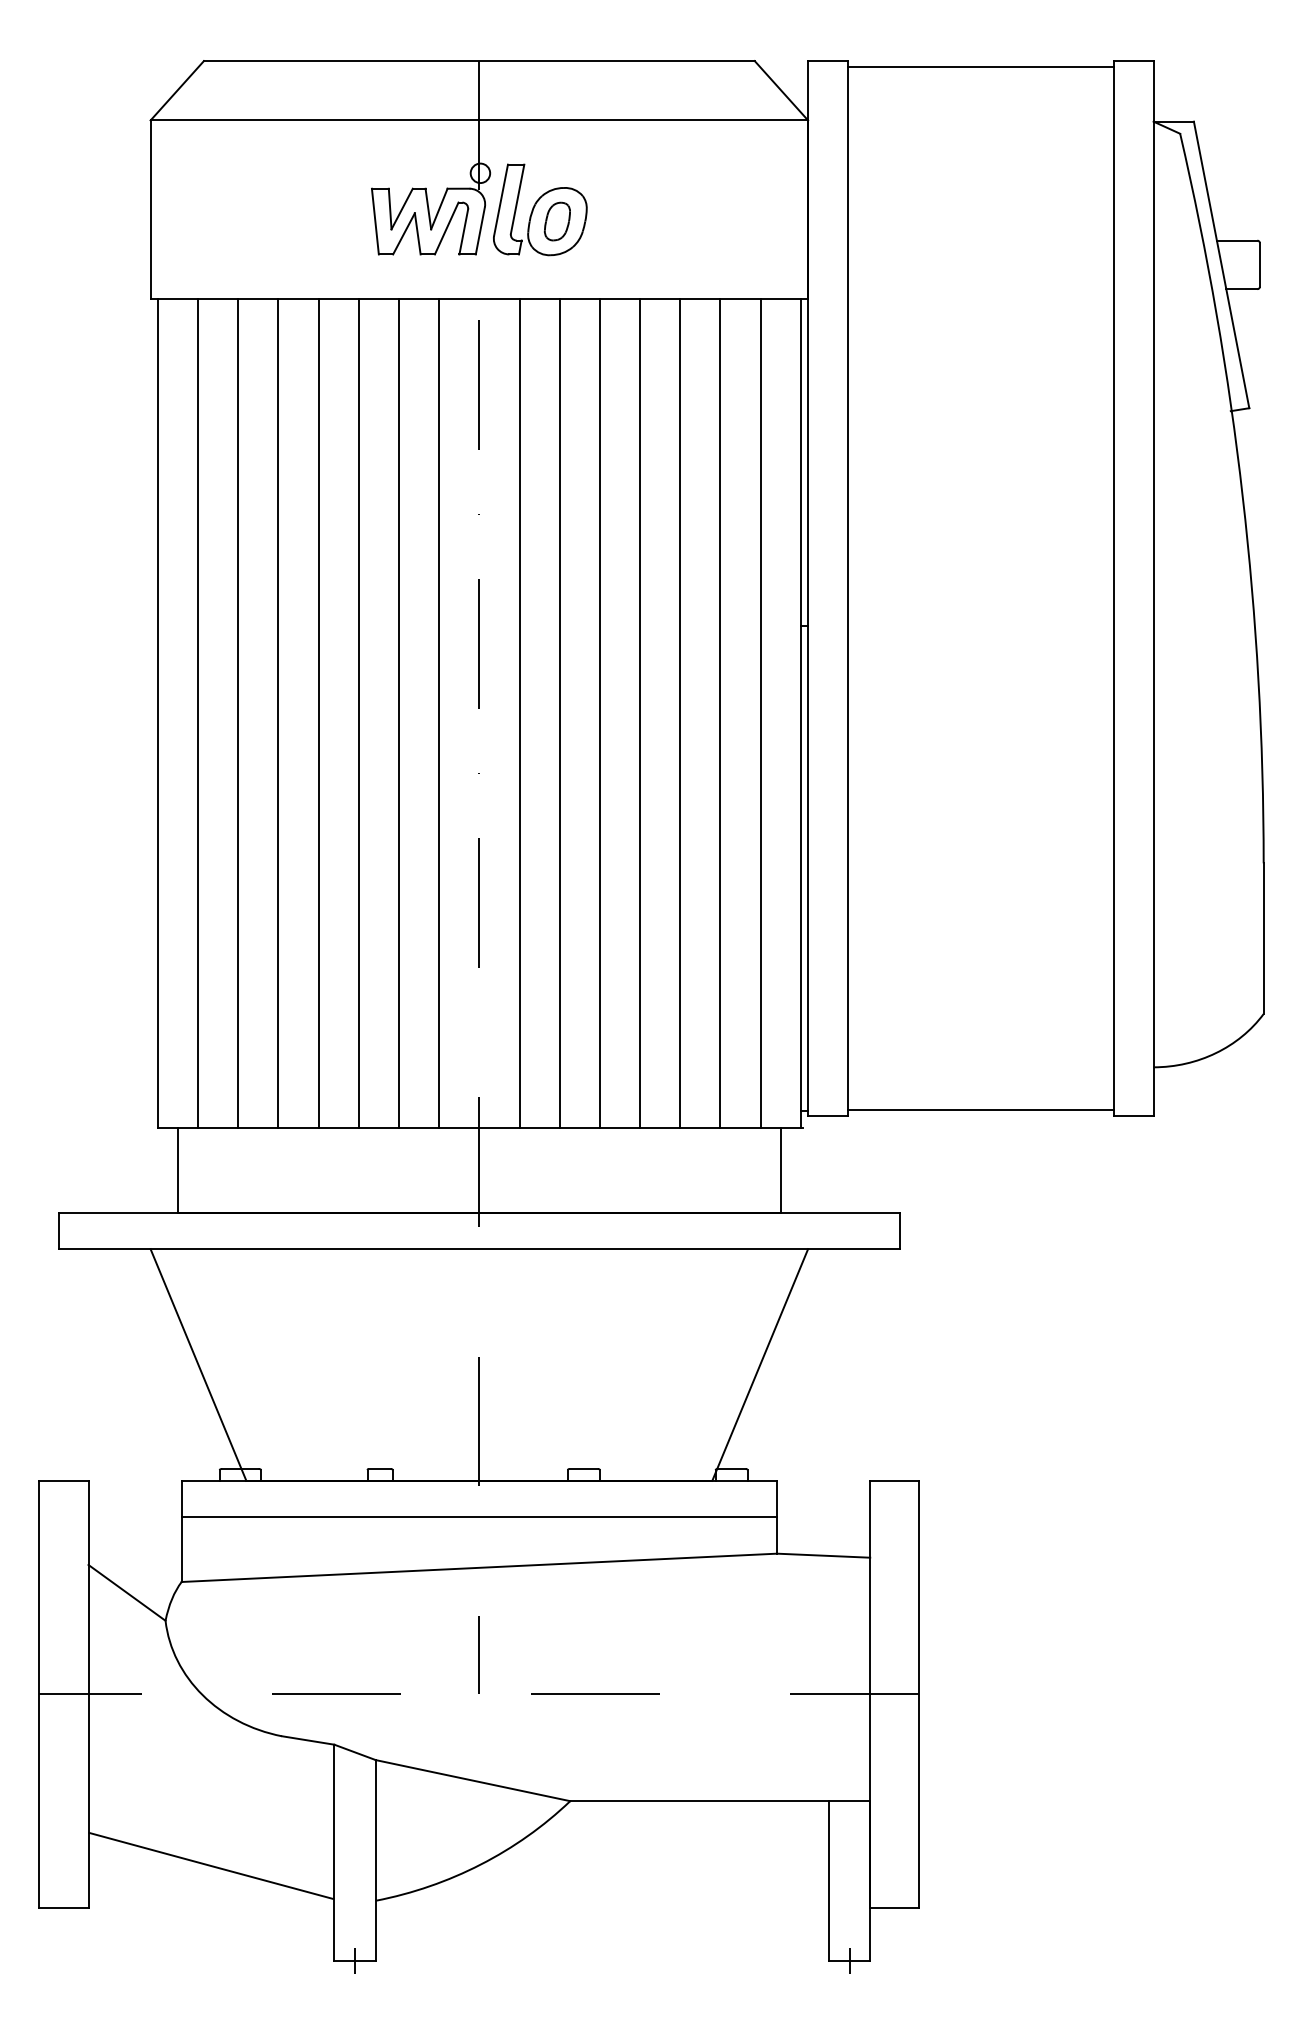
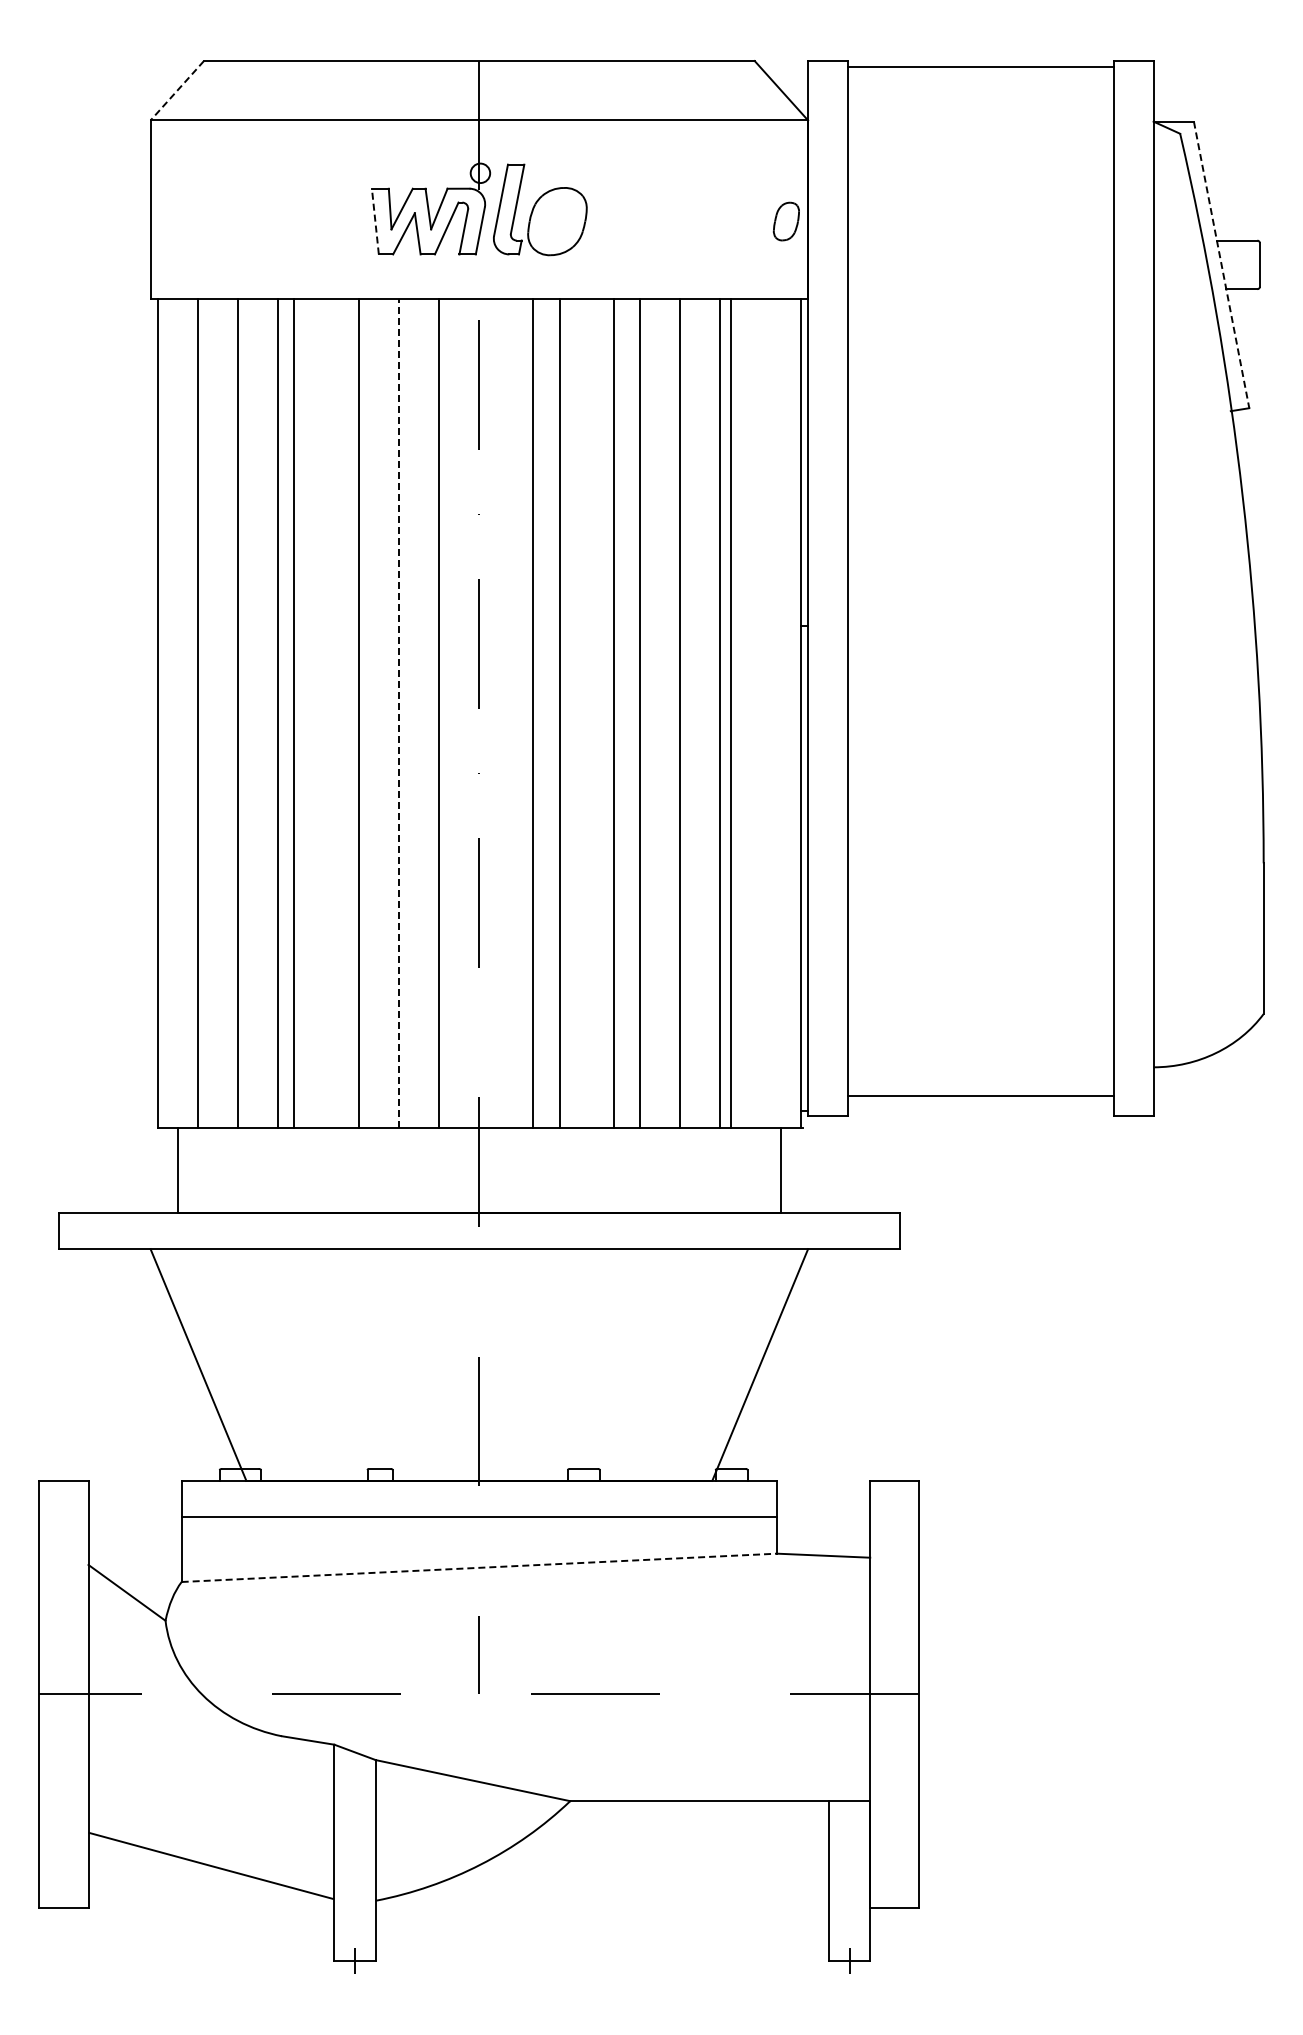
line at (177, 90): solid -> dashed
line at (375, 221): solid -> dashed
part at (556, 221) position: (556, 221) -> (785, 221)
line at (1221, 264): solid -> dashed
line at (318, 712) position: (318, 712) -> (293, 712)
line at (519, 712) position: (519, 712) -> (532, 712)
line at (599, 712) position: (599, 712) -> (613, 712)
line at (760, 712) position: (760, 712) -> (730, 712)
line at (399, 713): solid -> dashed
line at (980, 1109) position: (980, 1109) -> (980, 1095)
line at (479, 1567): solid -> dashed
